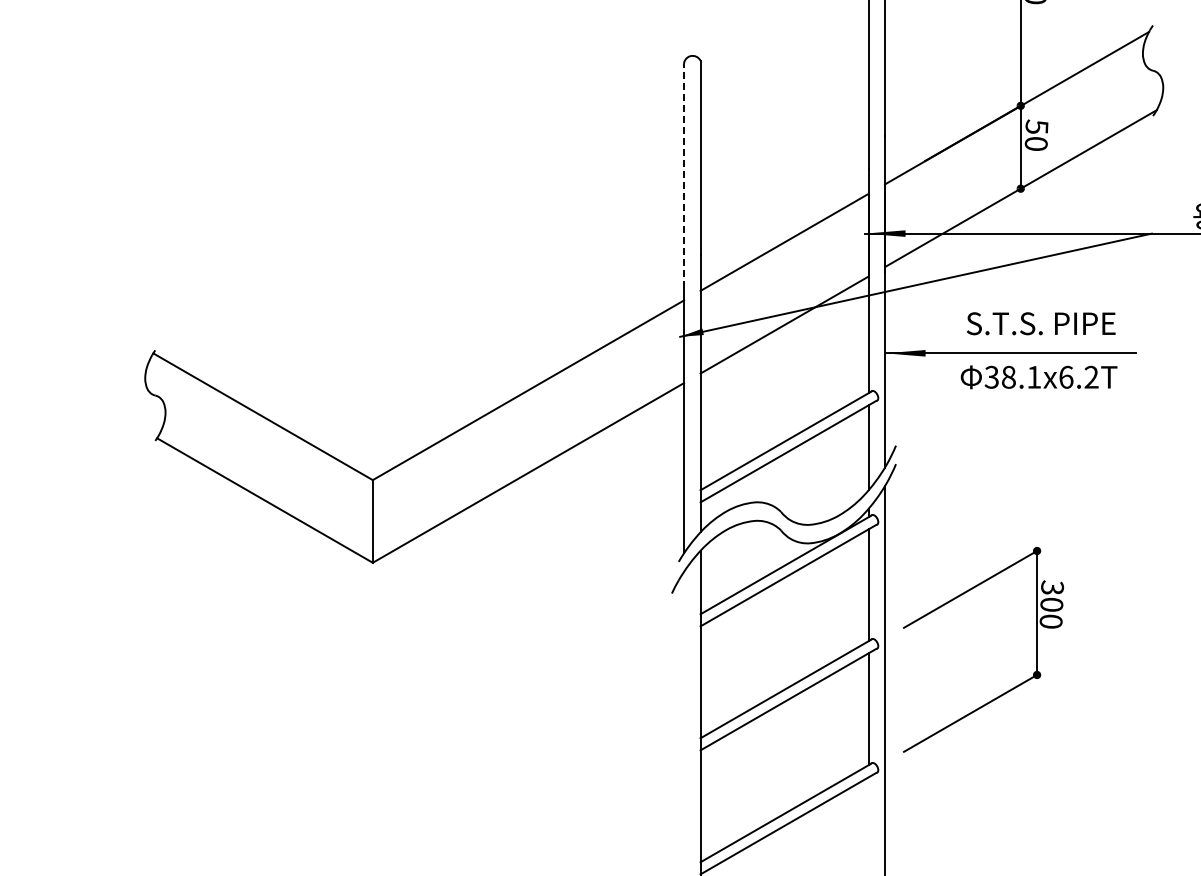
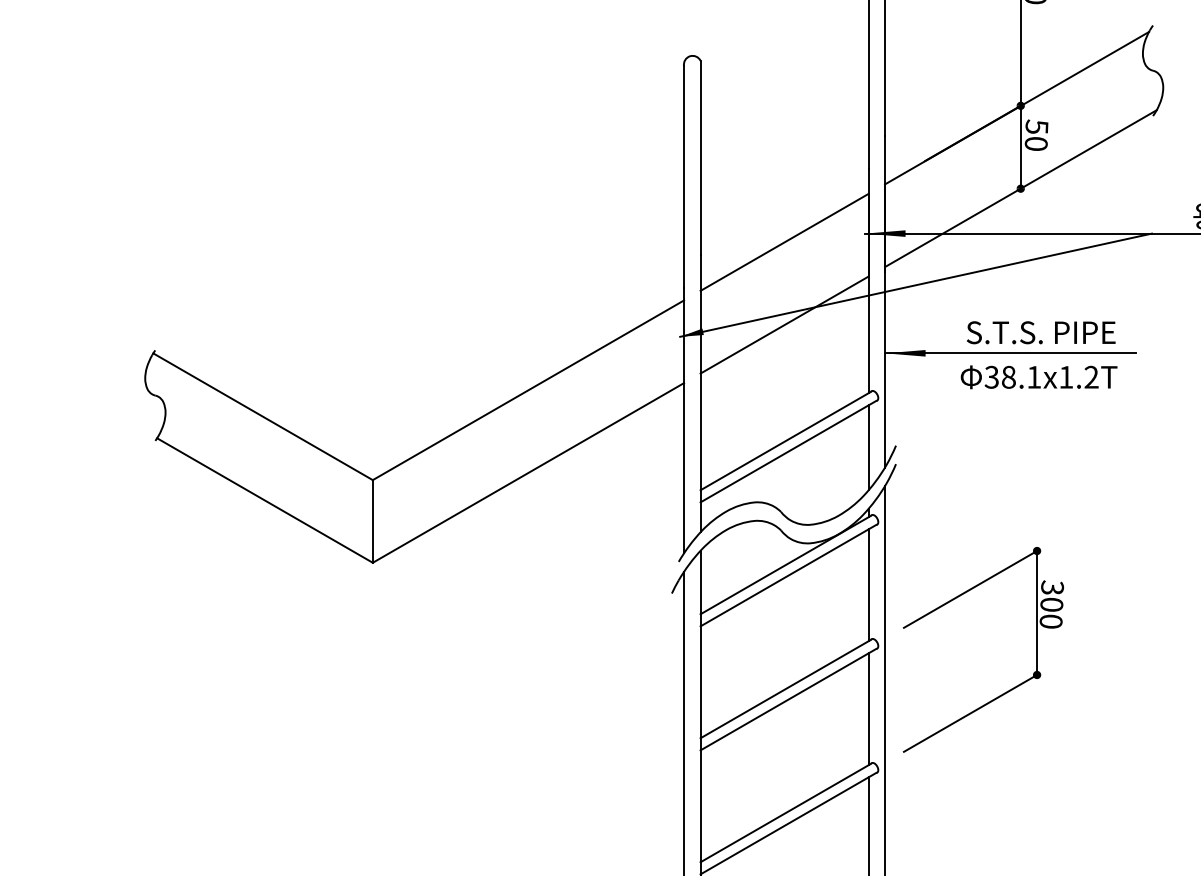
line at (684, 177): dashed -> solid
text at (1041, 323) position: (1041, 323) -> (1041, 332)
text at (1066, 376): 38.1x6.2T -> 38.1x1.2T
line at (684, 721): none -> present
line at (868, 824): none -> present
